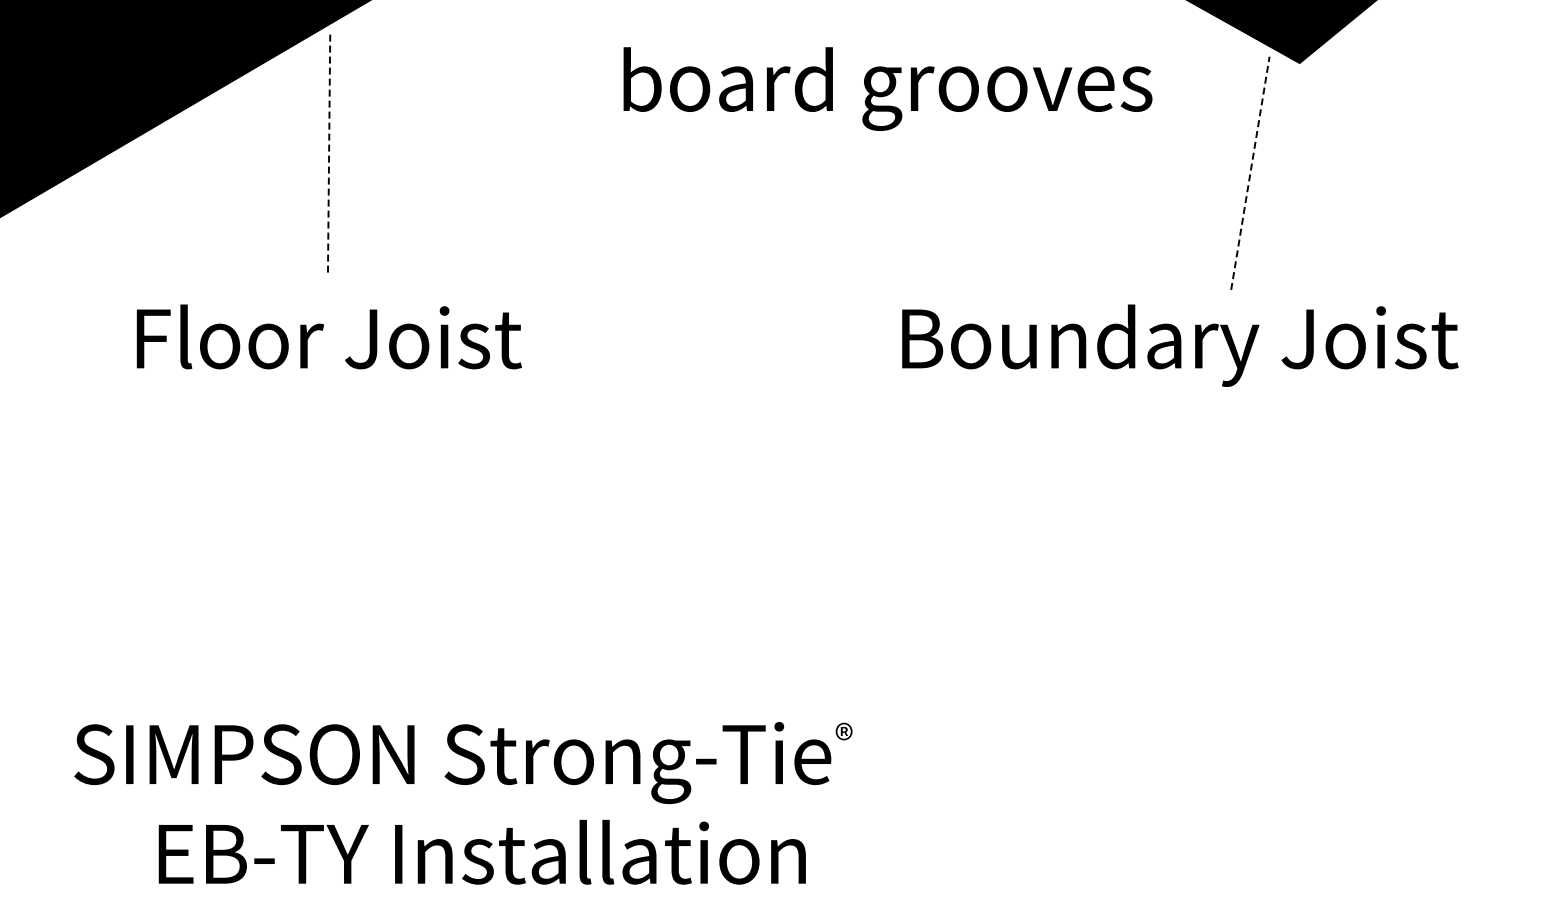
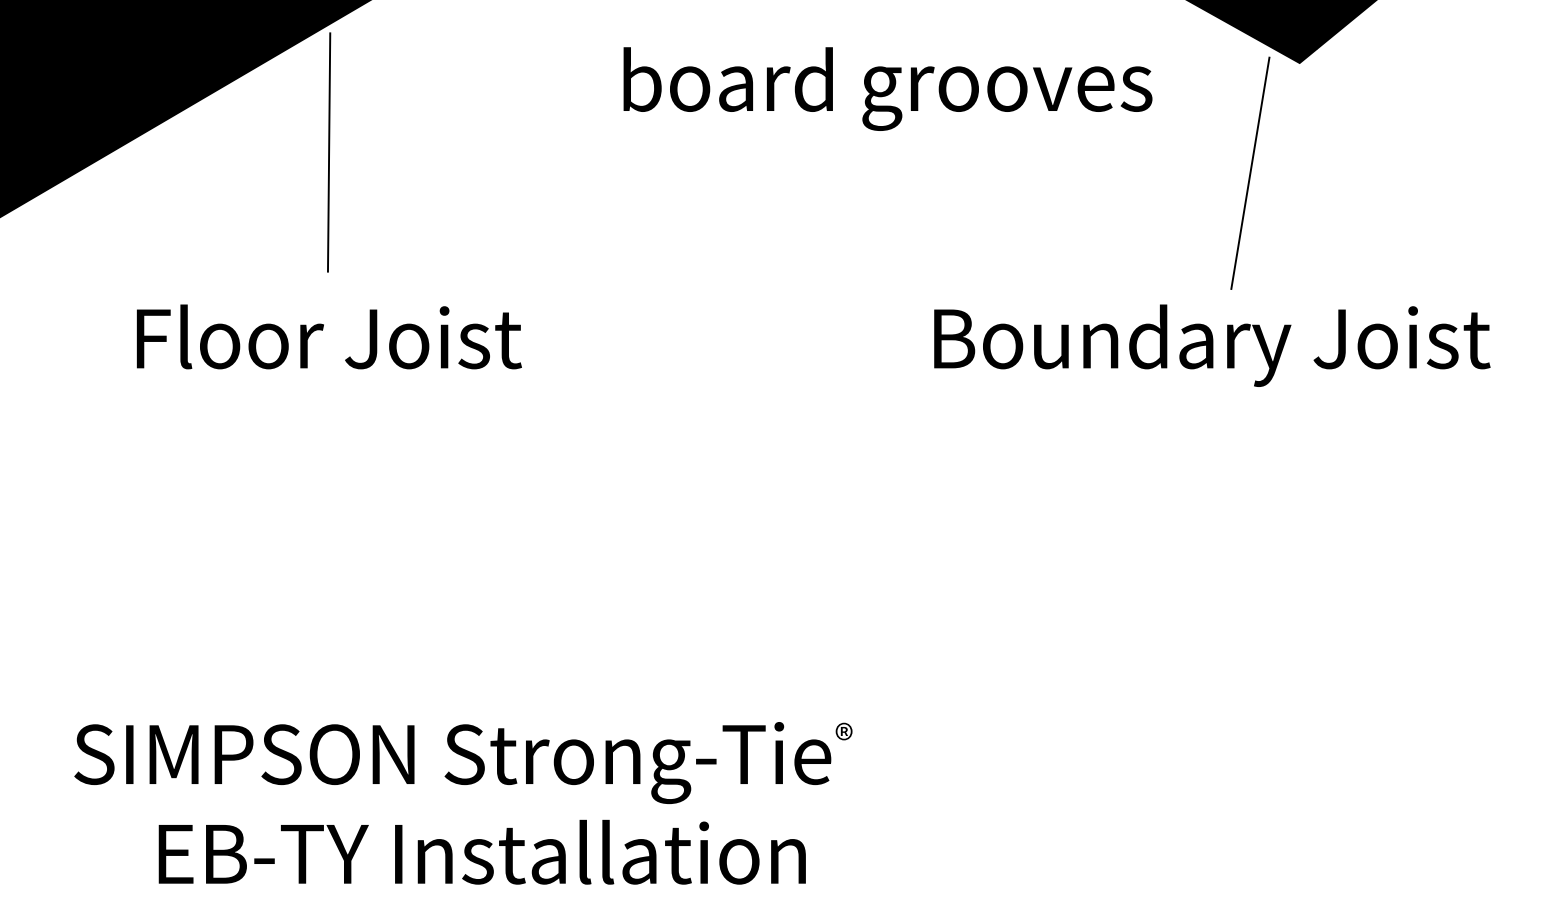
line at (329, 152): dashed -> solid
line at (1250, 172): dashed -> solid
text at (1180, 345) position: (1180, 345) -> (1212, 345)
